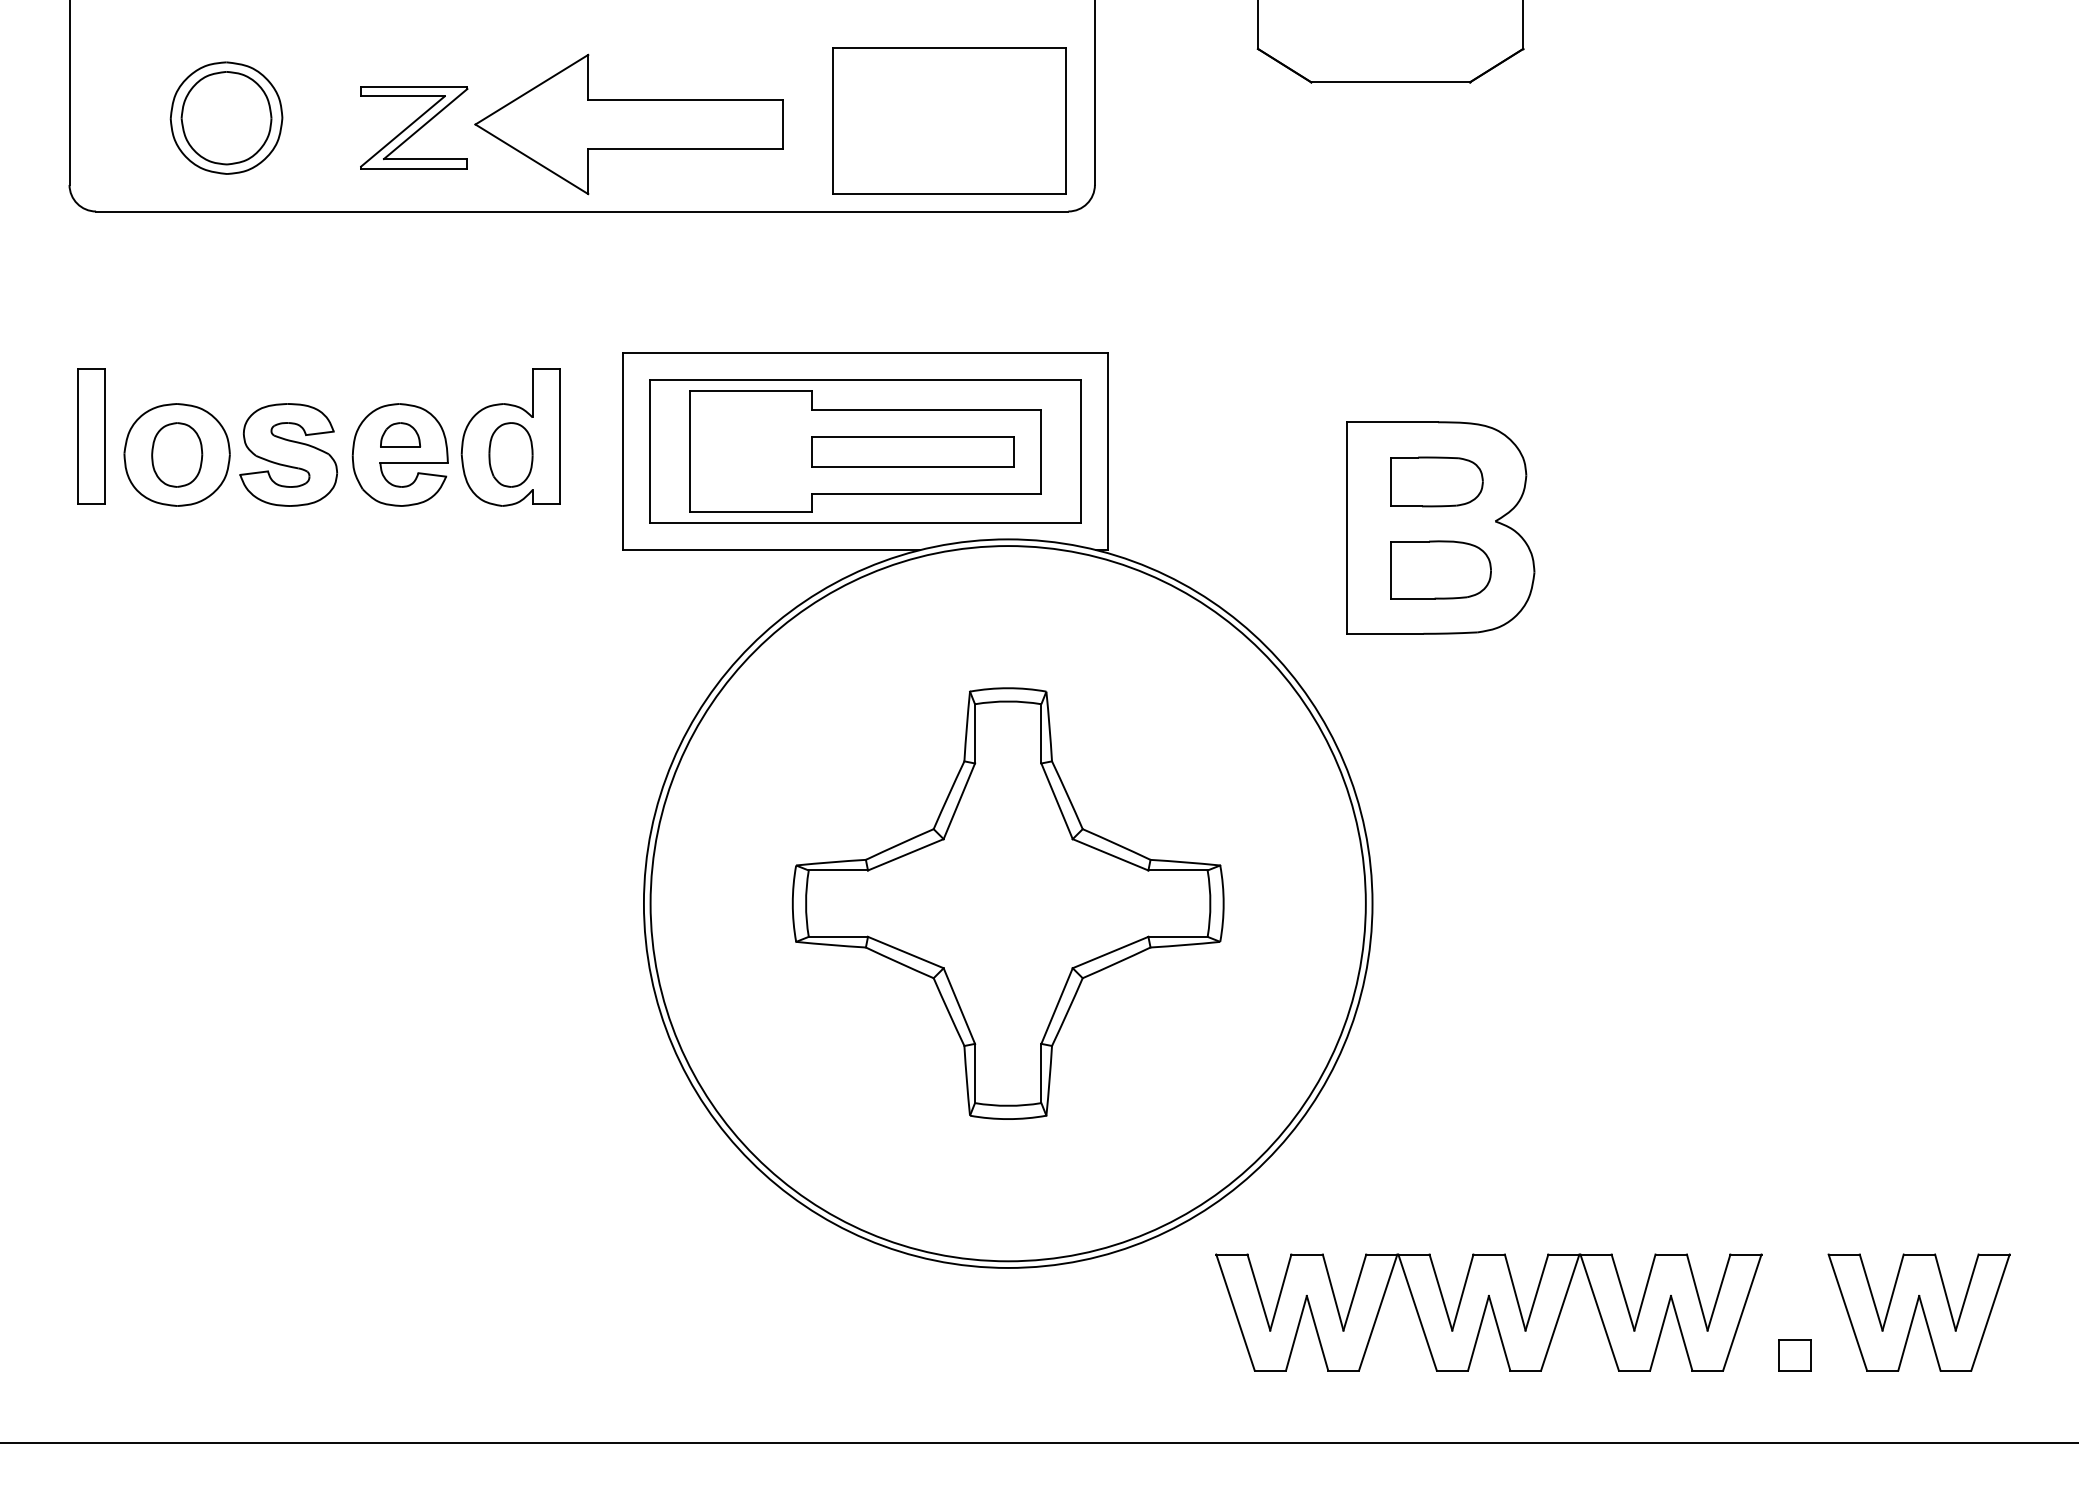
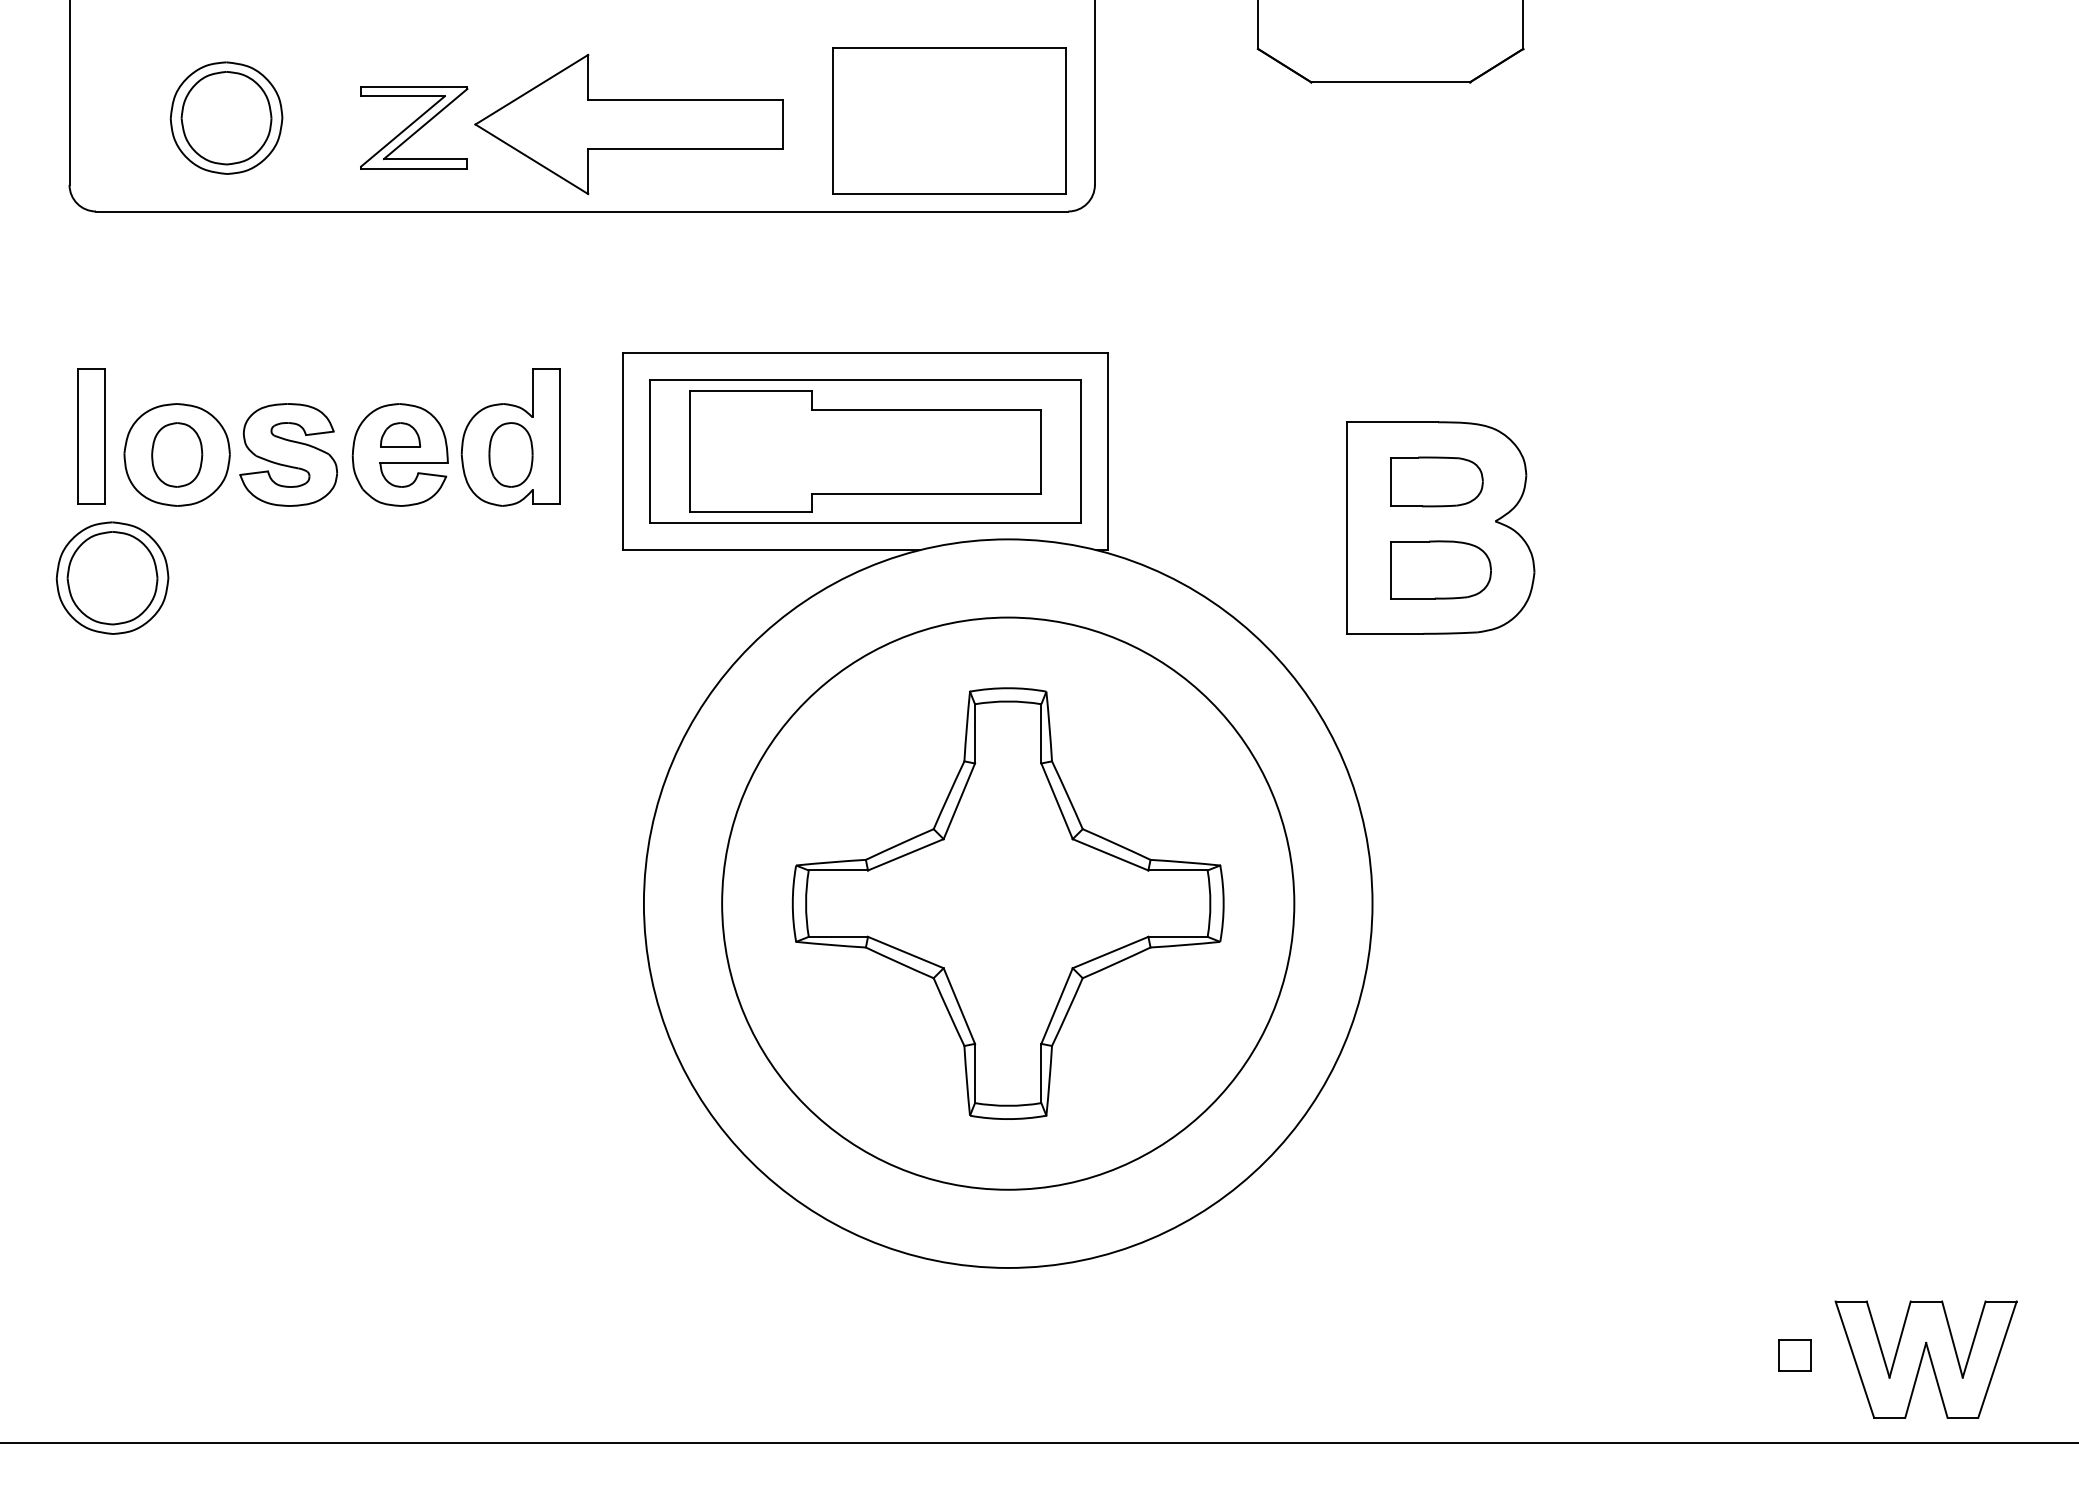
part at (912, 451): present -> none
part at (112, 577): none -> present
circle at (1007, 903) diameter: 715 px -> 572 px
part at (1488, 1312): present -> none
part at (1918, 1312) position: (1918, 1312) -> (1925, 1359)
